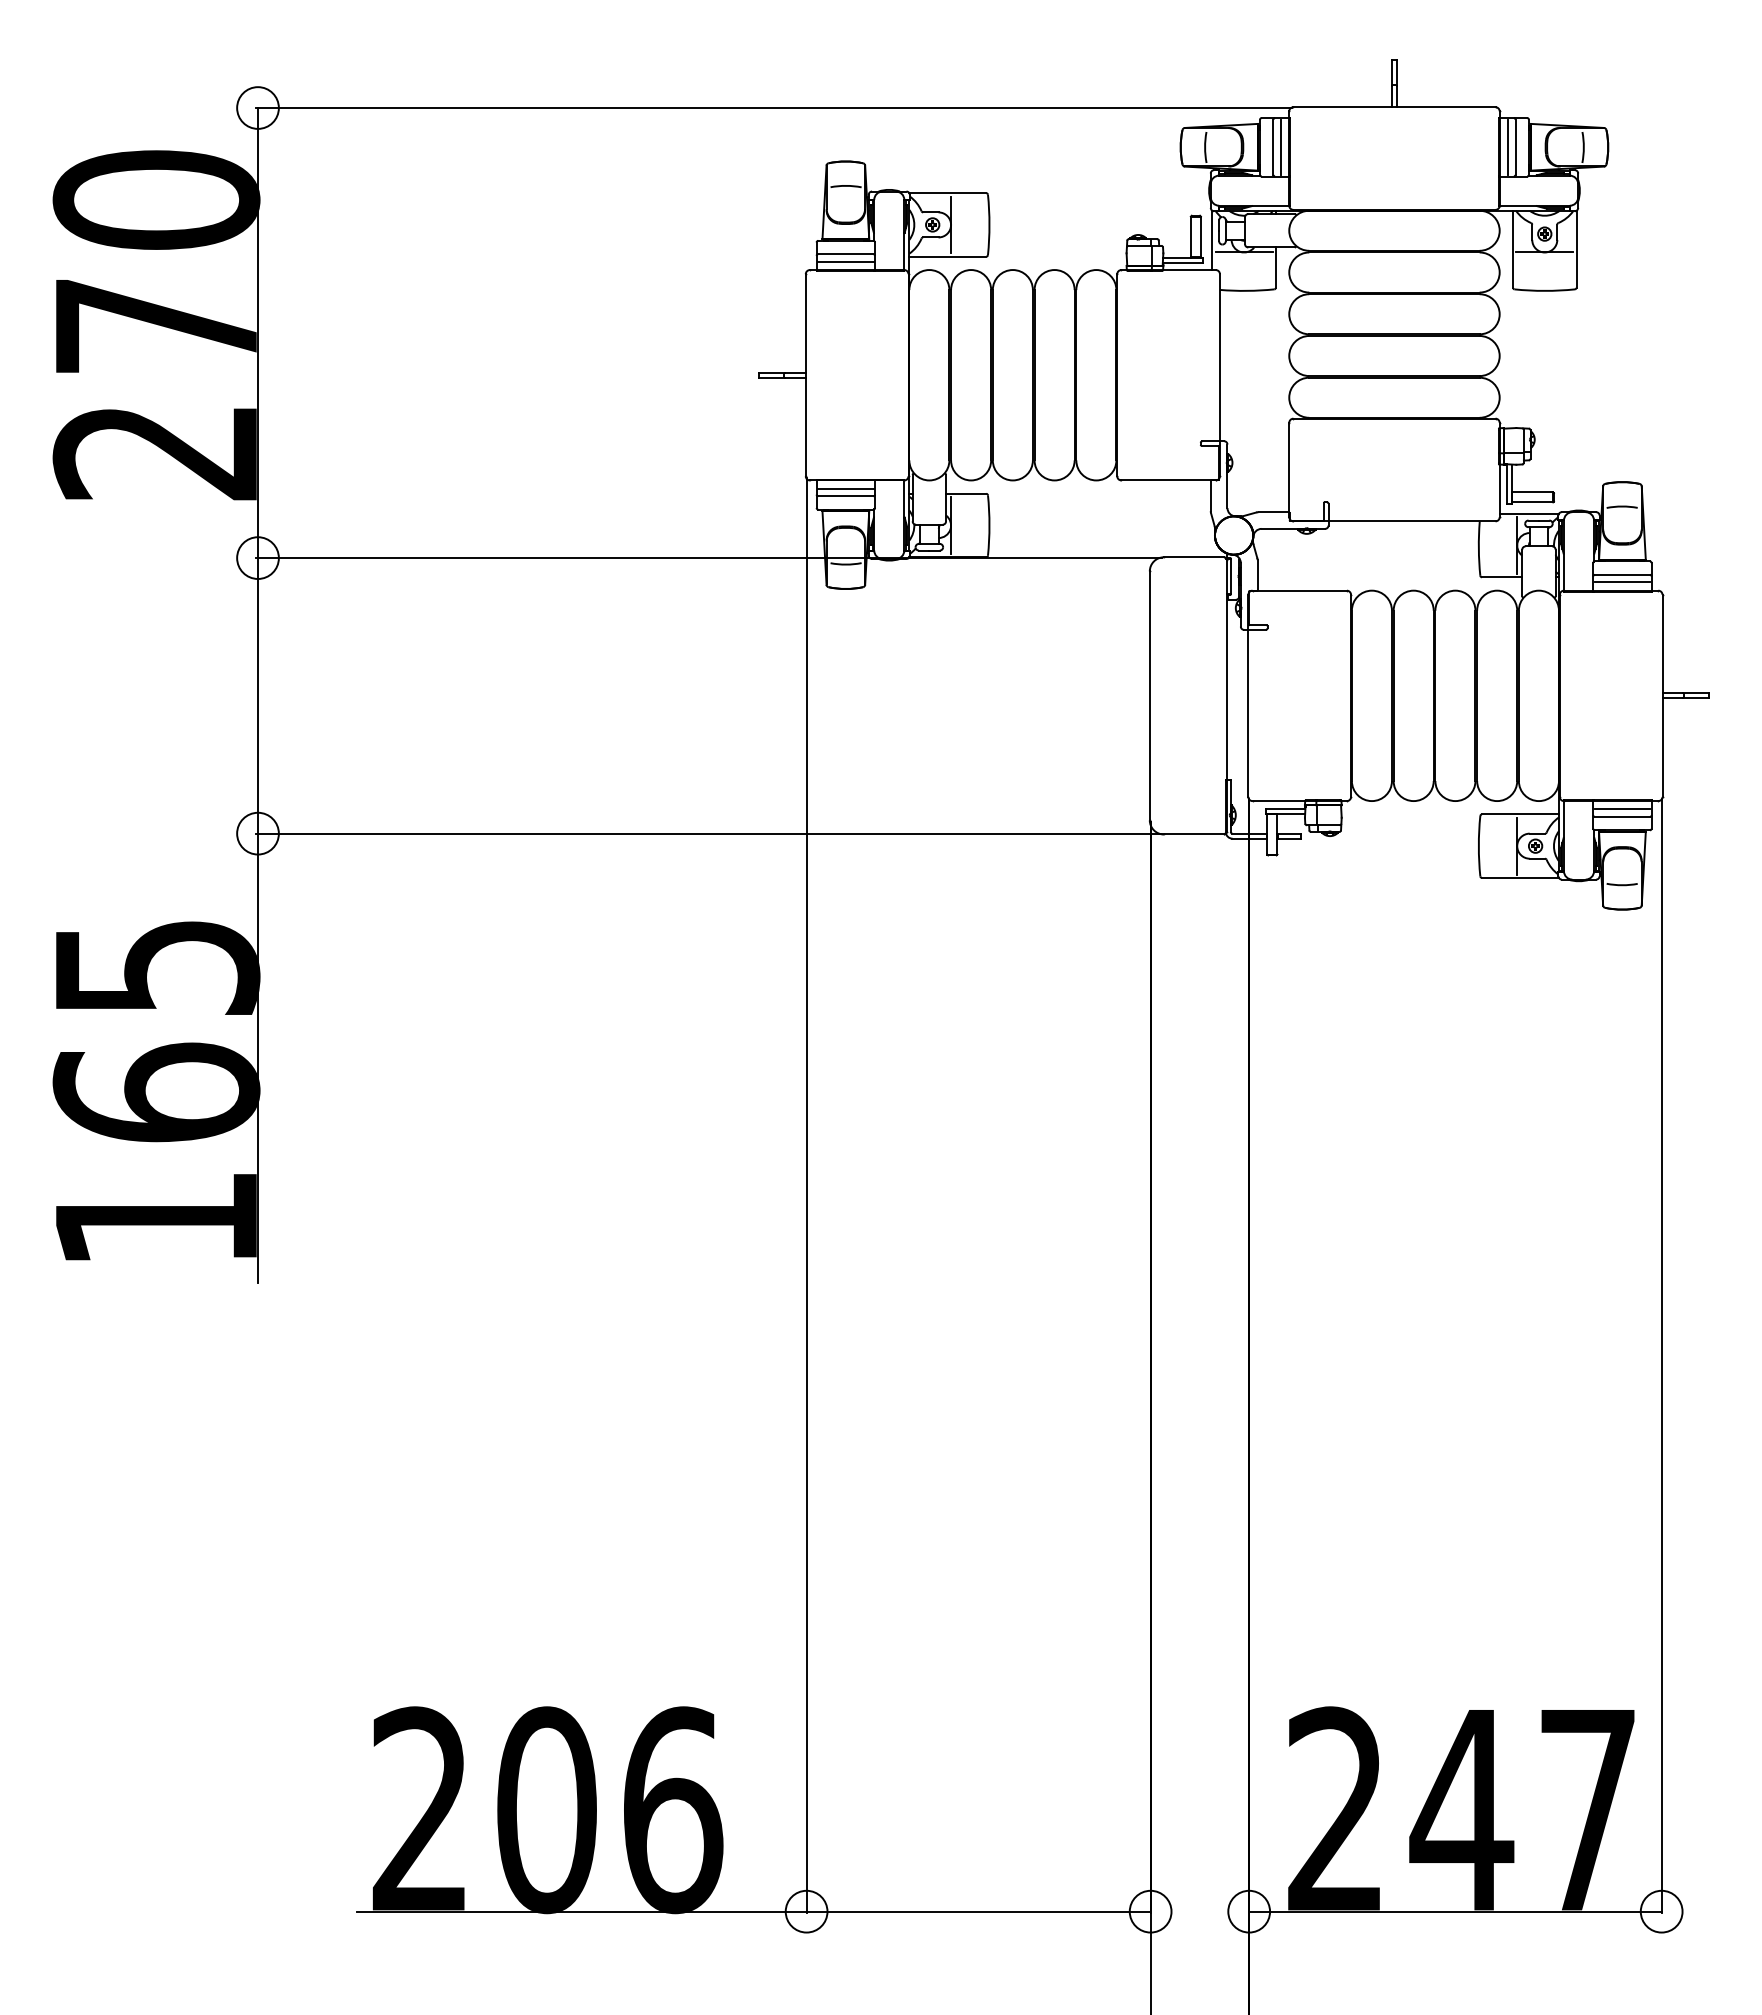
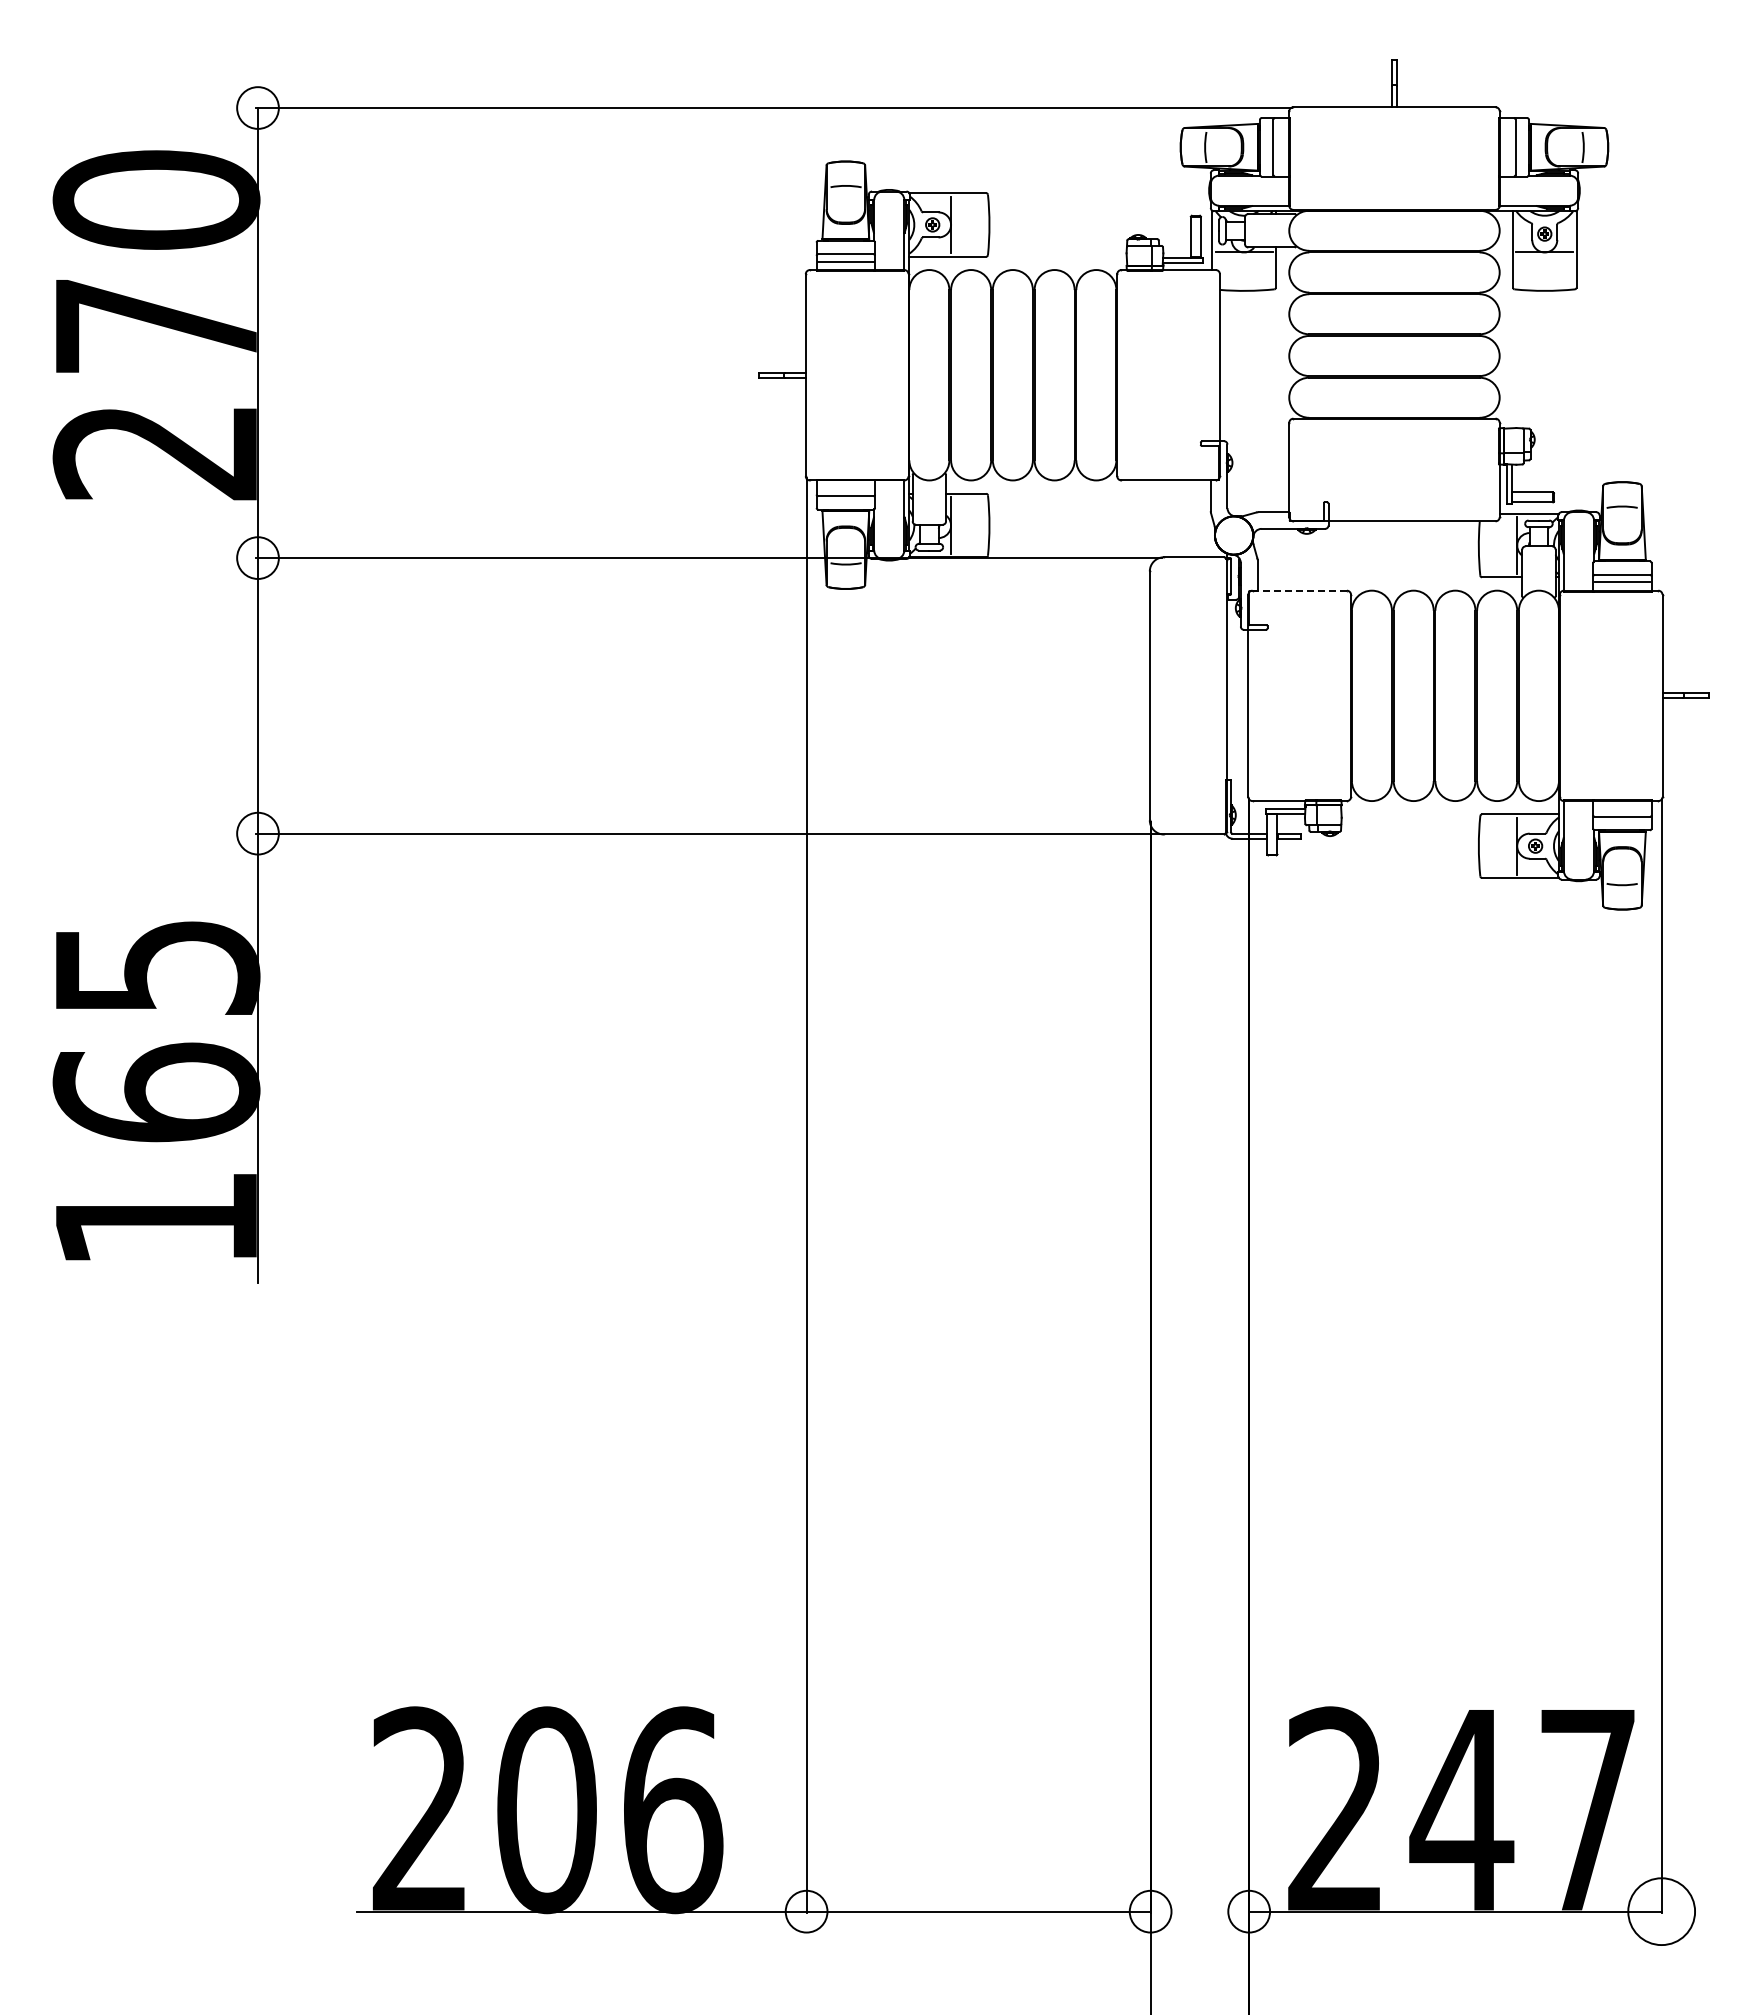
line at (1280, 147): present -> none
line at (1508, 147): present -> none
line at (845, 488): present -> none
line at (1299, 590): solid -> dashed
line at (1622, 809): present -> none
circle at (1661, 1911) diameter: 42 px -> 67 px
